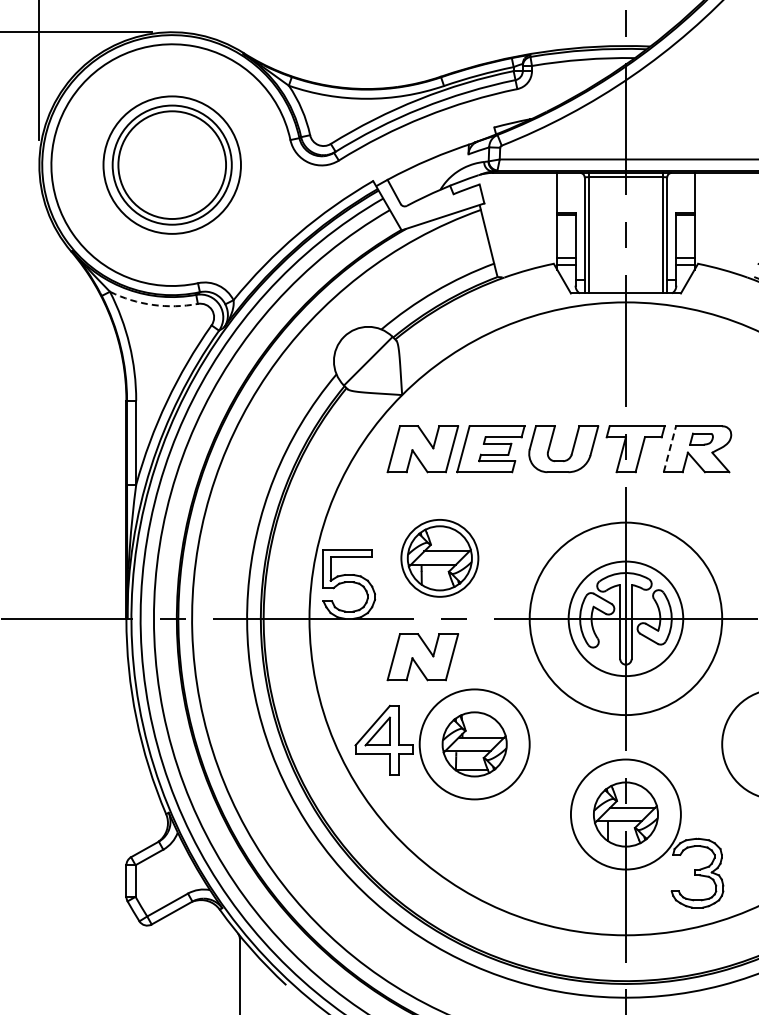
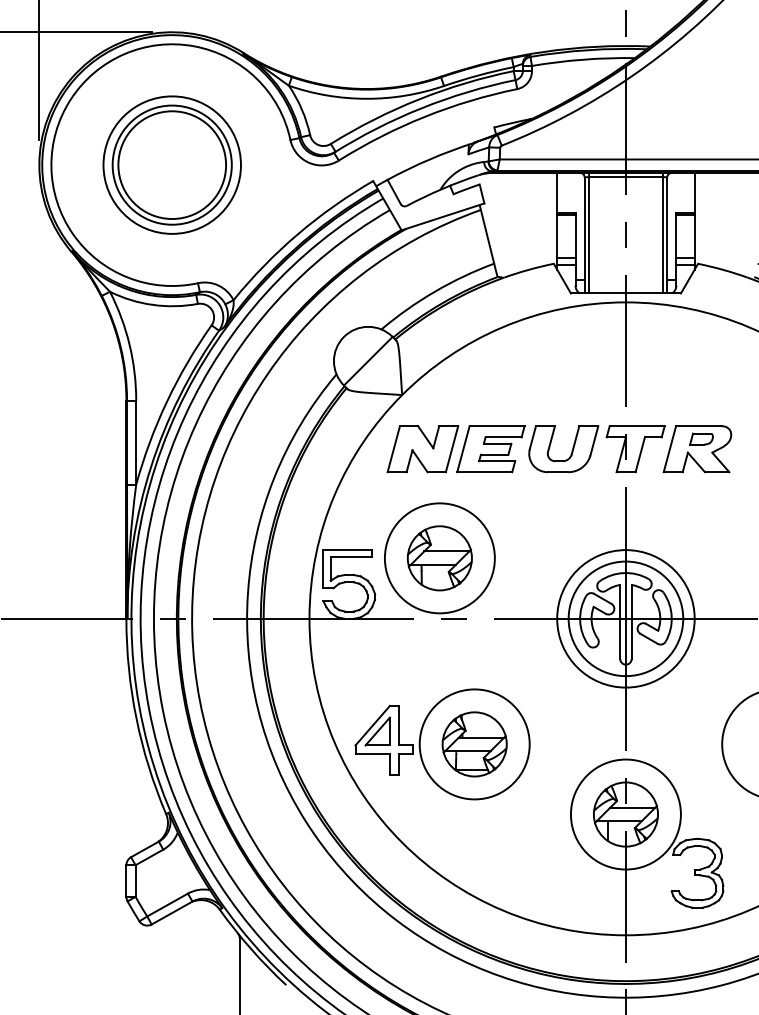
arc at (152, 304): dashed -> solid
line at (669, 449): dashed -> solid
circle at (439, 557) diameter: 77 px -> 110 px
circle at (625, 618) diameter: 192 px -> 137 px
part at (422, 657): present -> none
